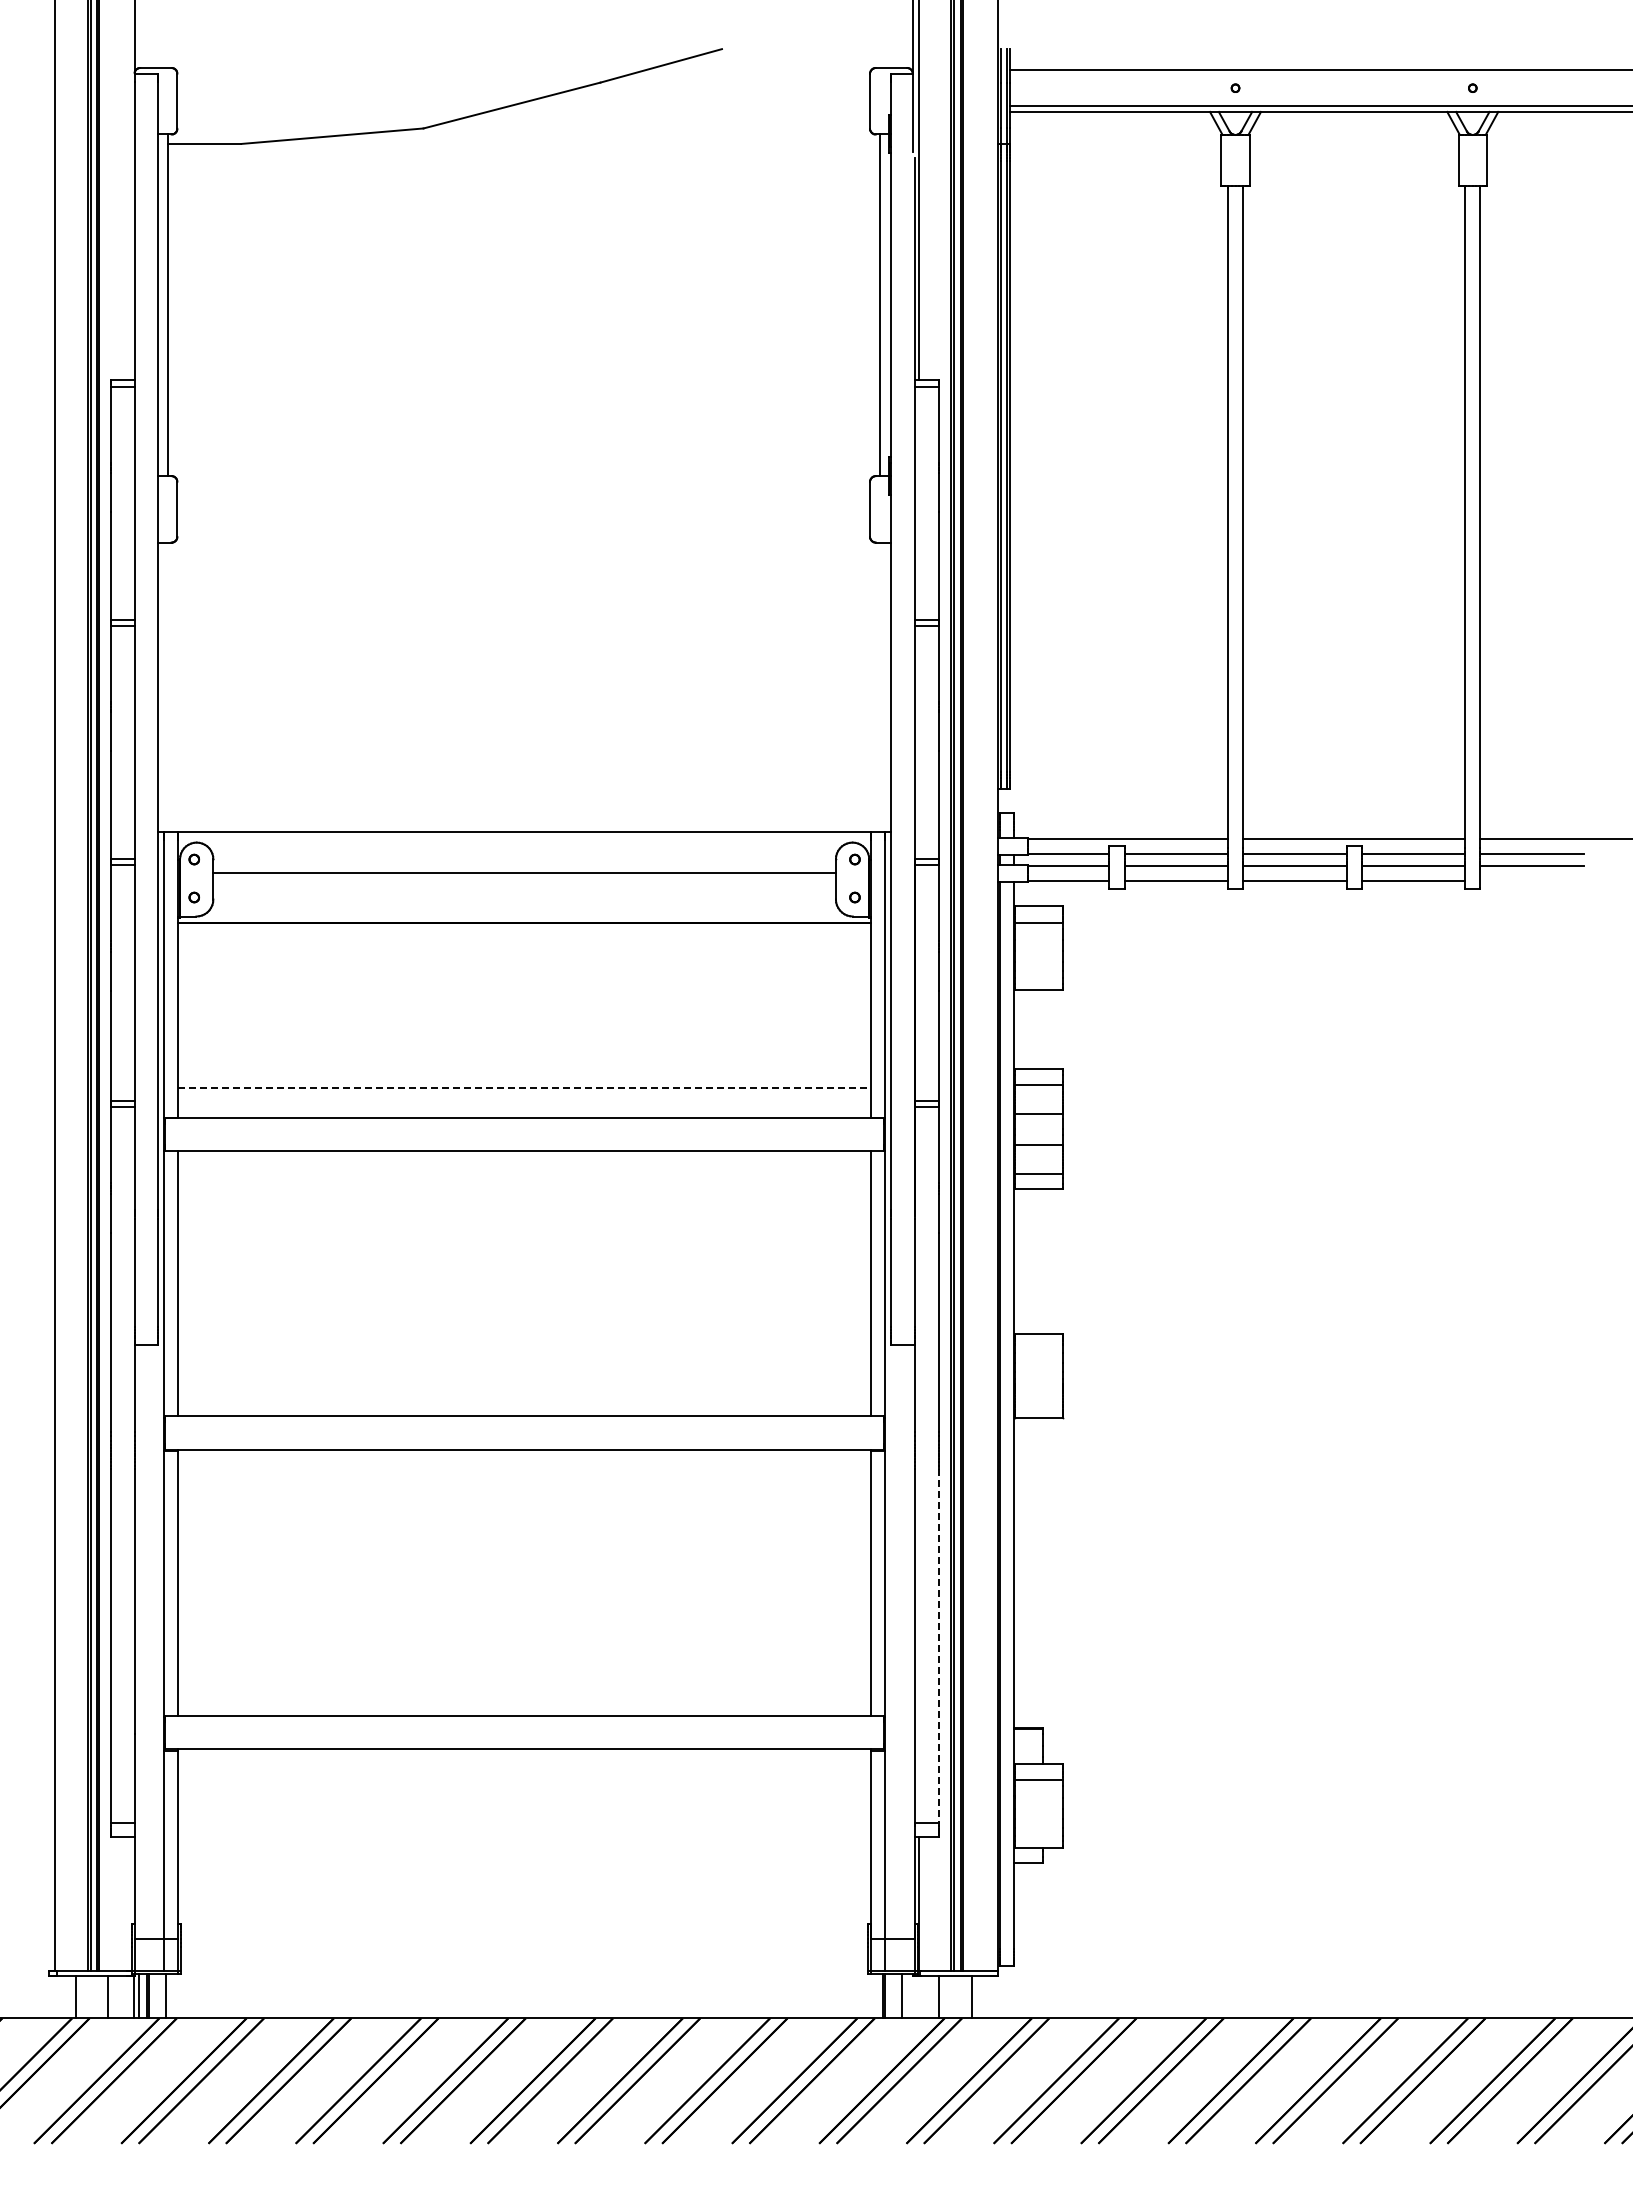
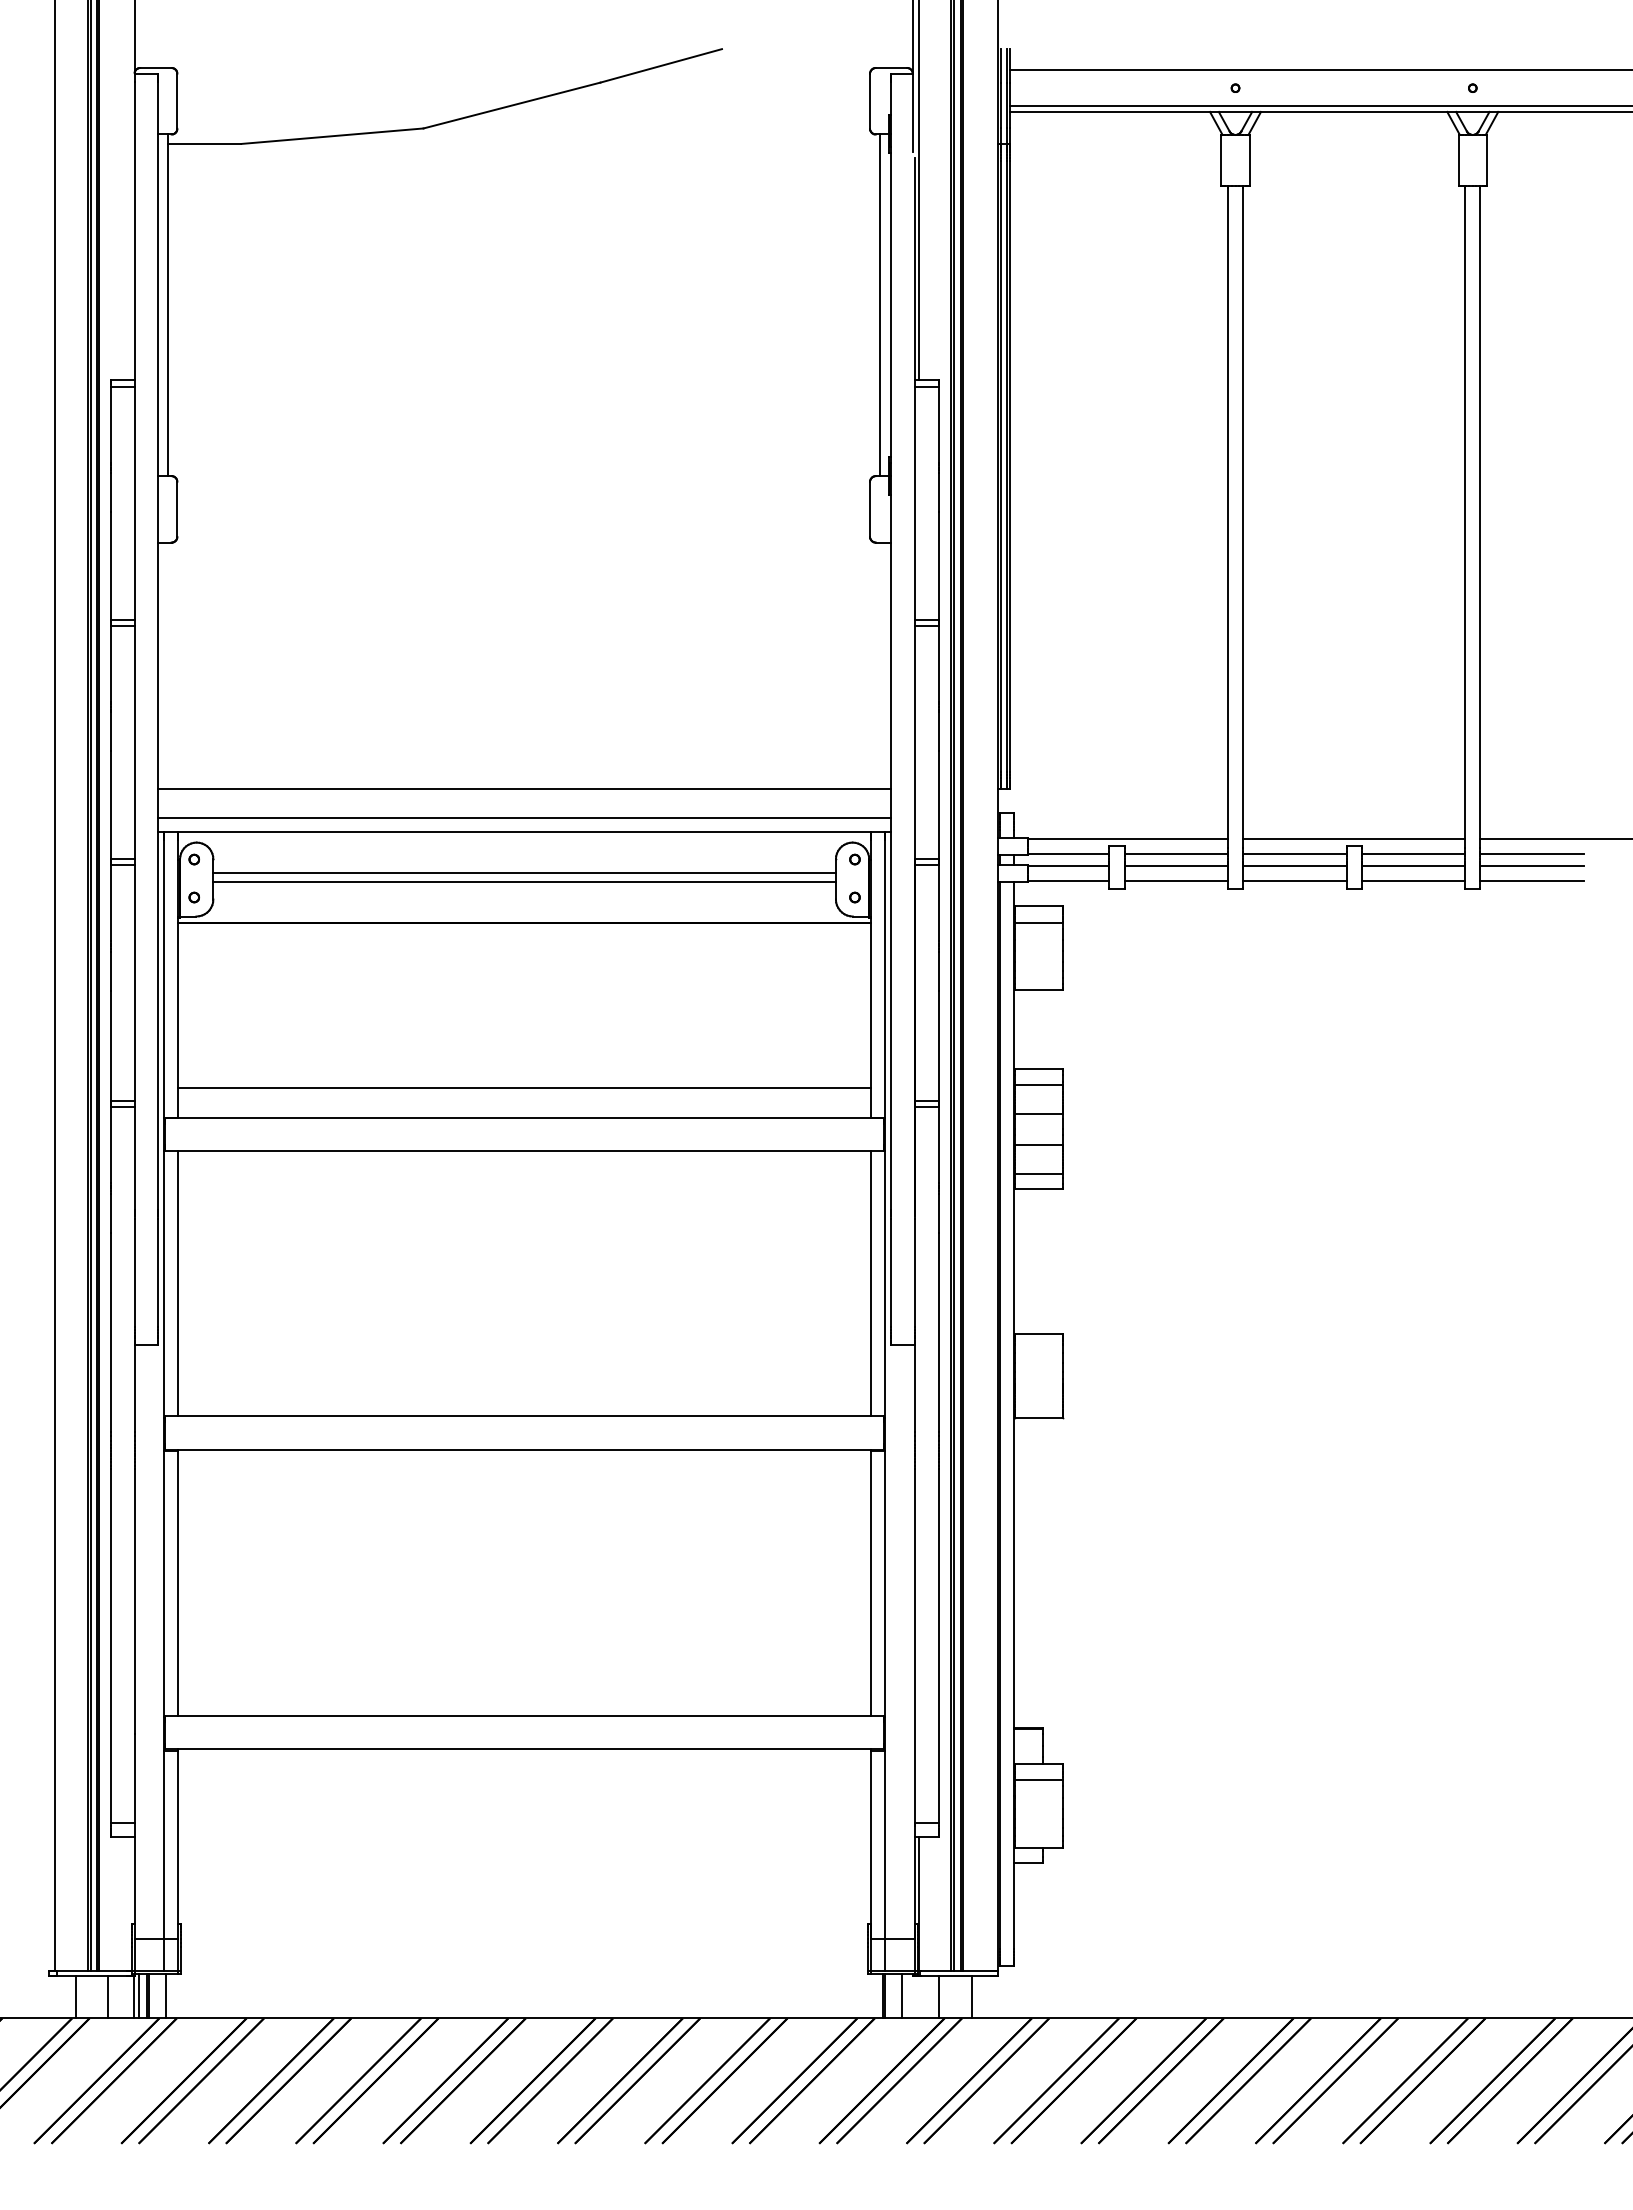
line at (524, 789): none -> present
line at (524, 817): none -> present
line at (1531, 880): none -> present
line at (524, 882): none -> present
line at (525, 1088): dashed -> solid
line at (938, 1646): dashed -> solid
